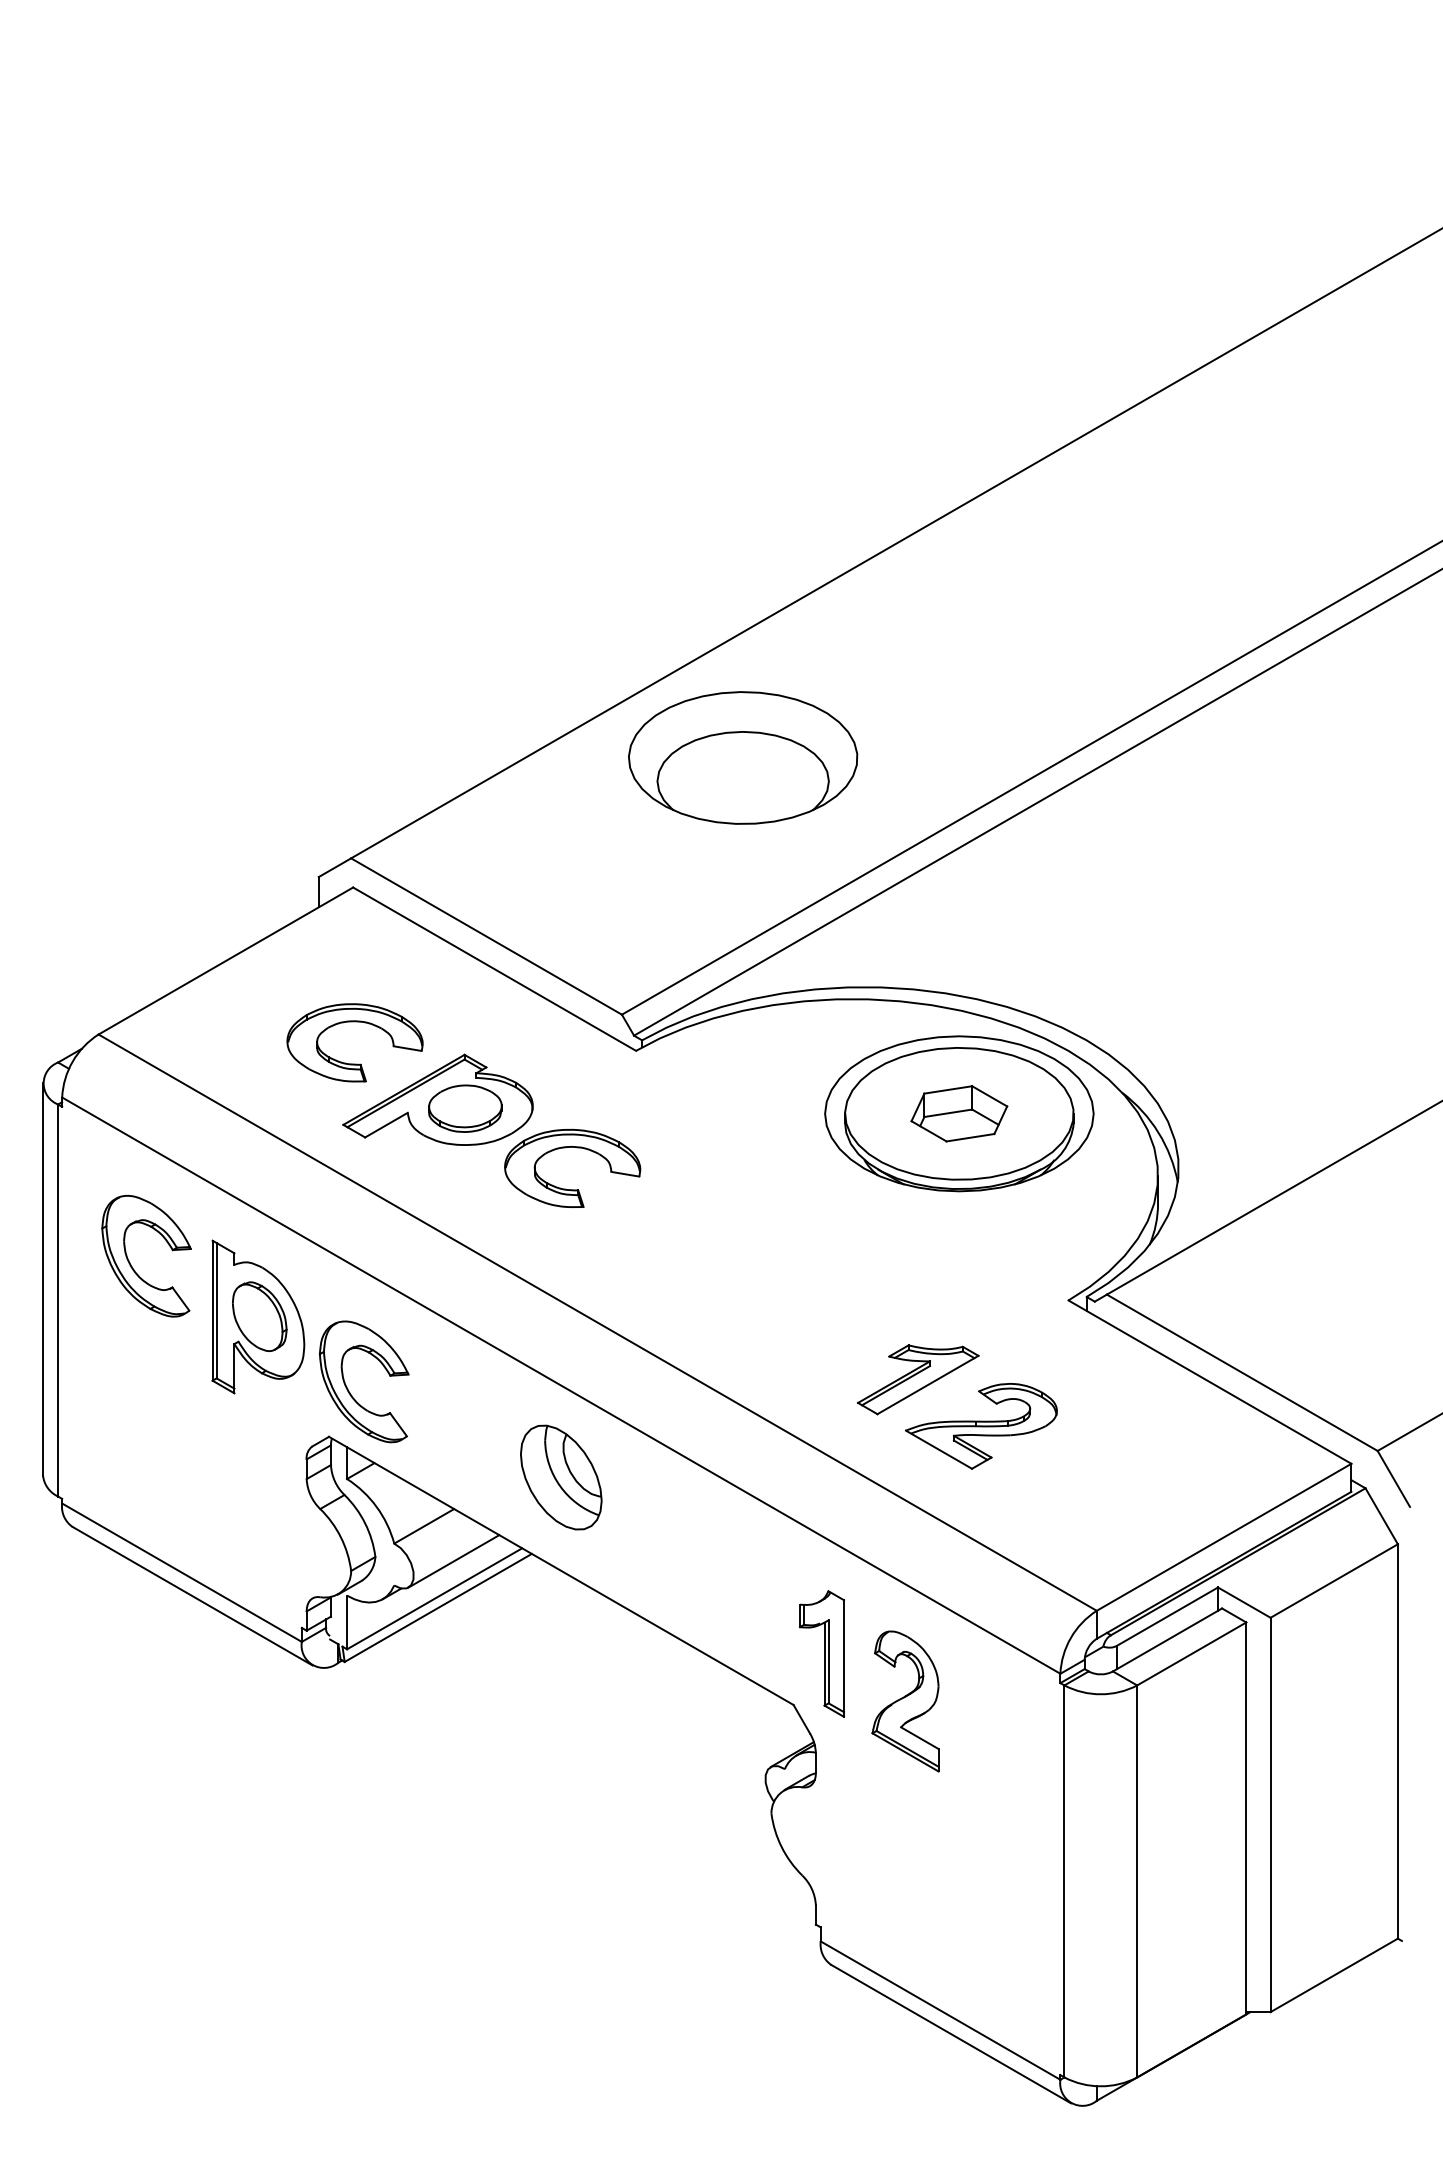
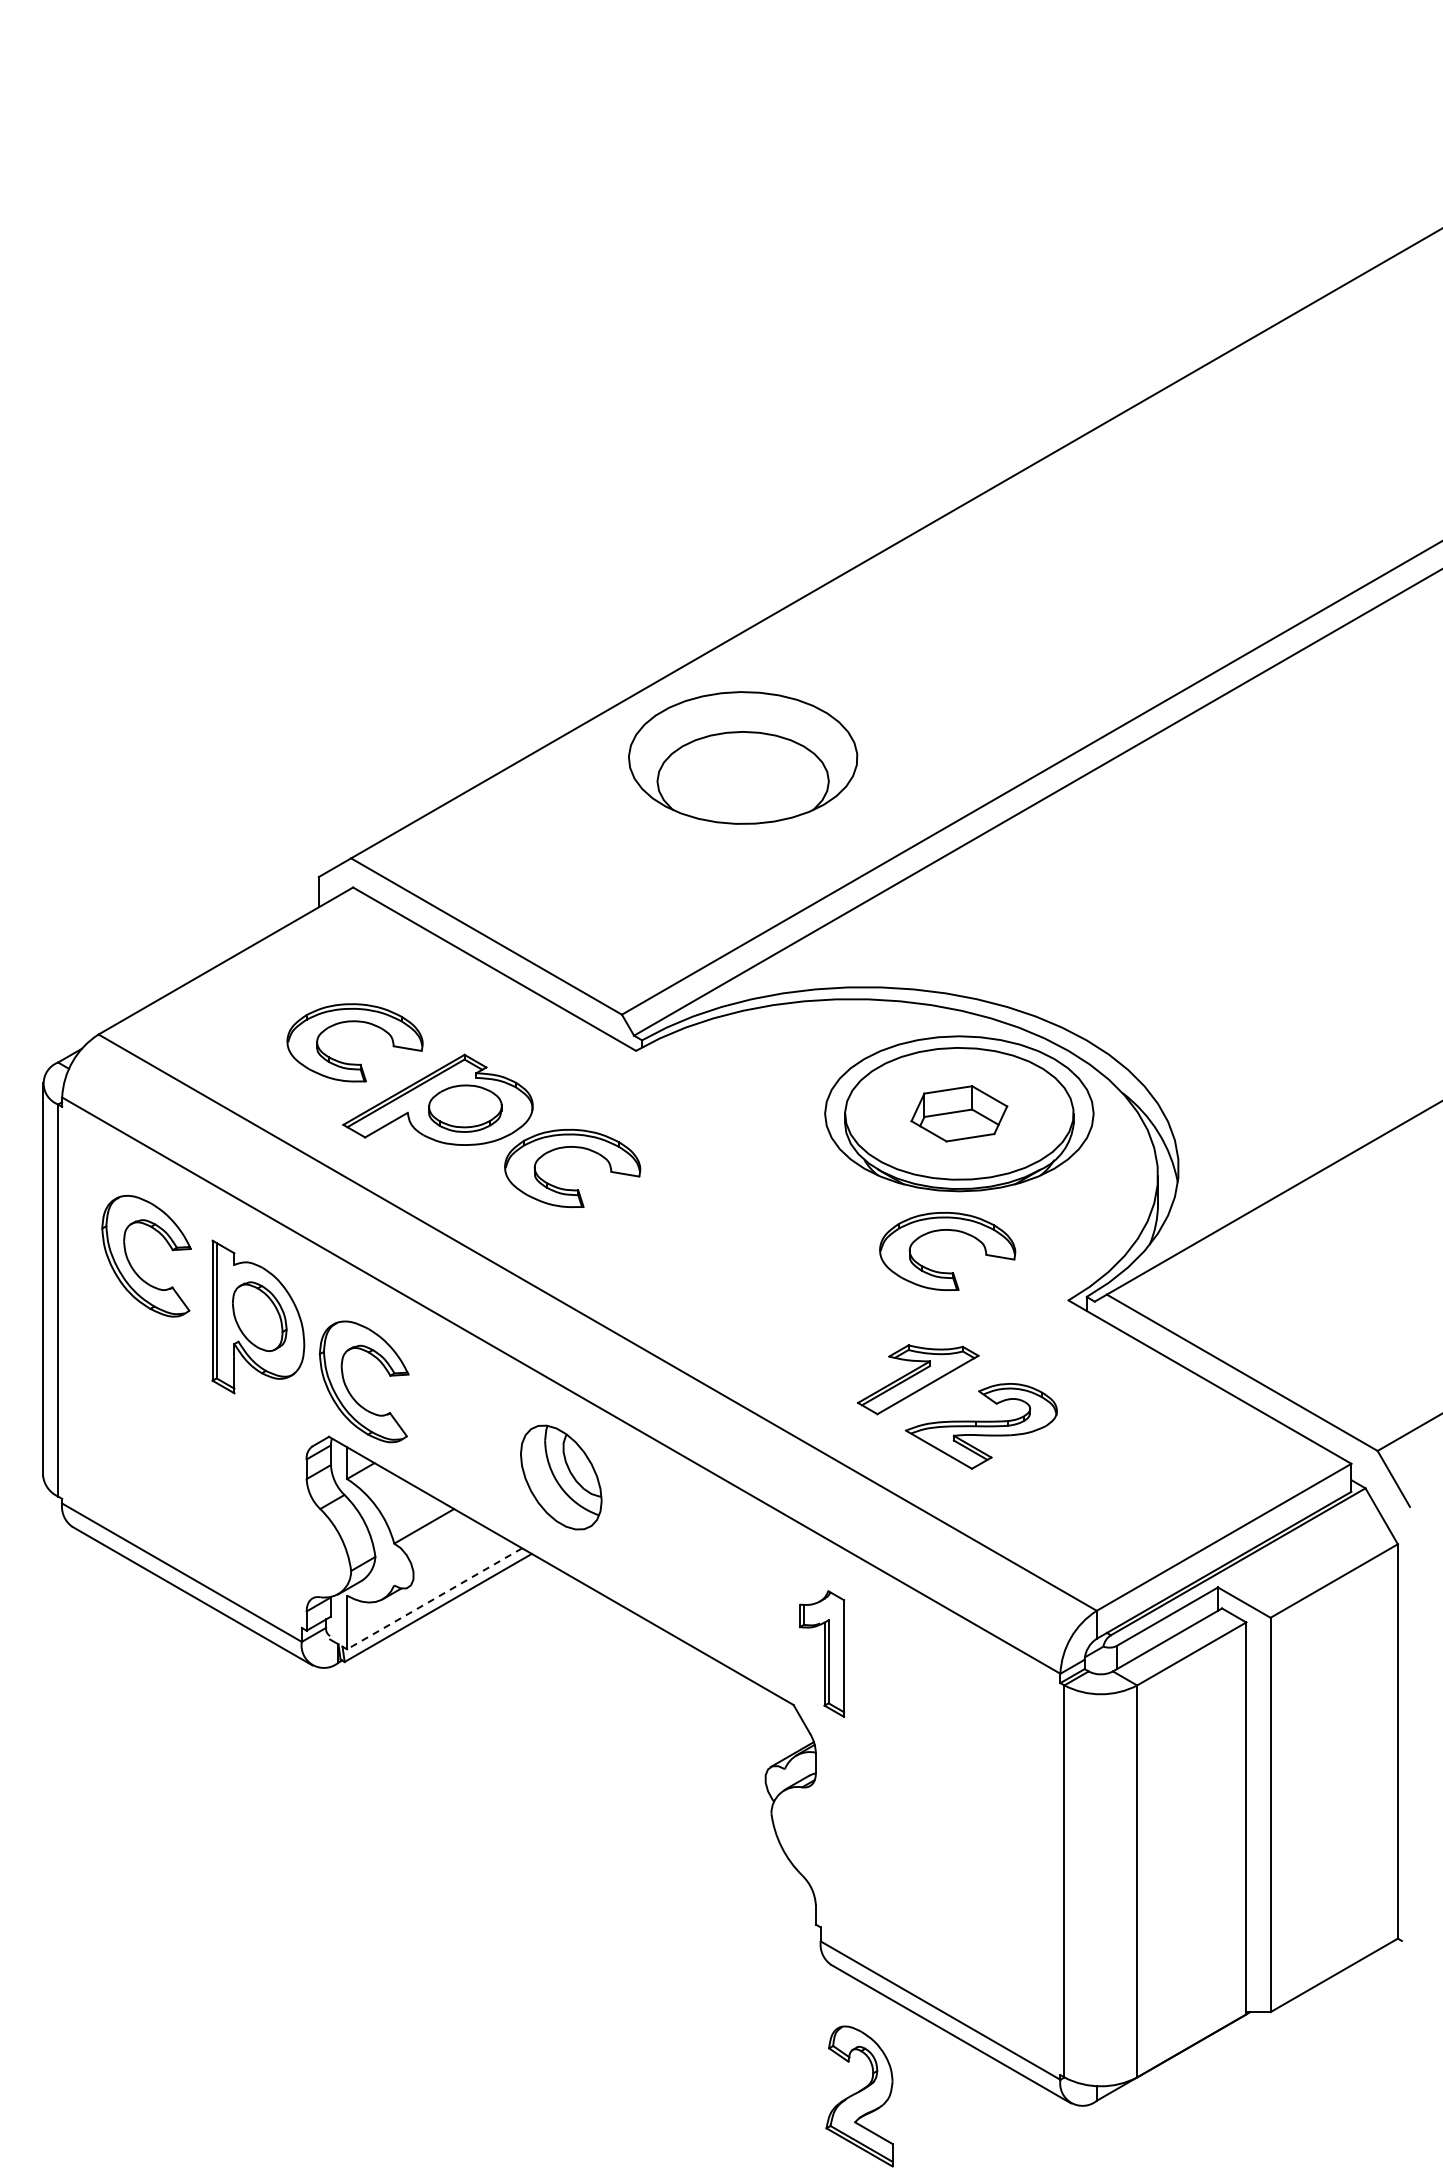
part at (951, 1231): none -> present
line at (453, 1561): present -> none
line at (434, 1599): solid -> dashed
part at (905, 1701) position: (905, 1701) -> (859, 2096)
